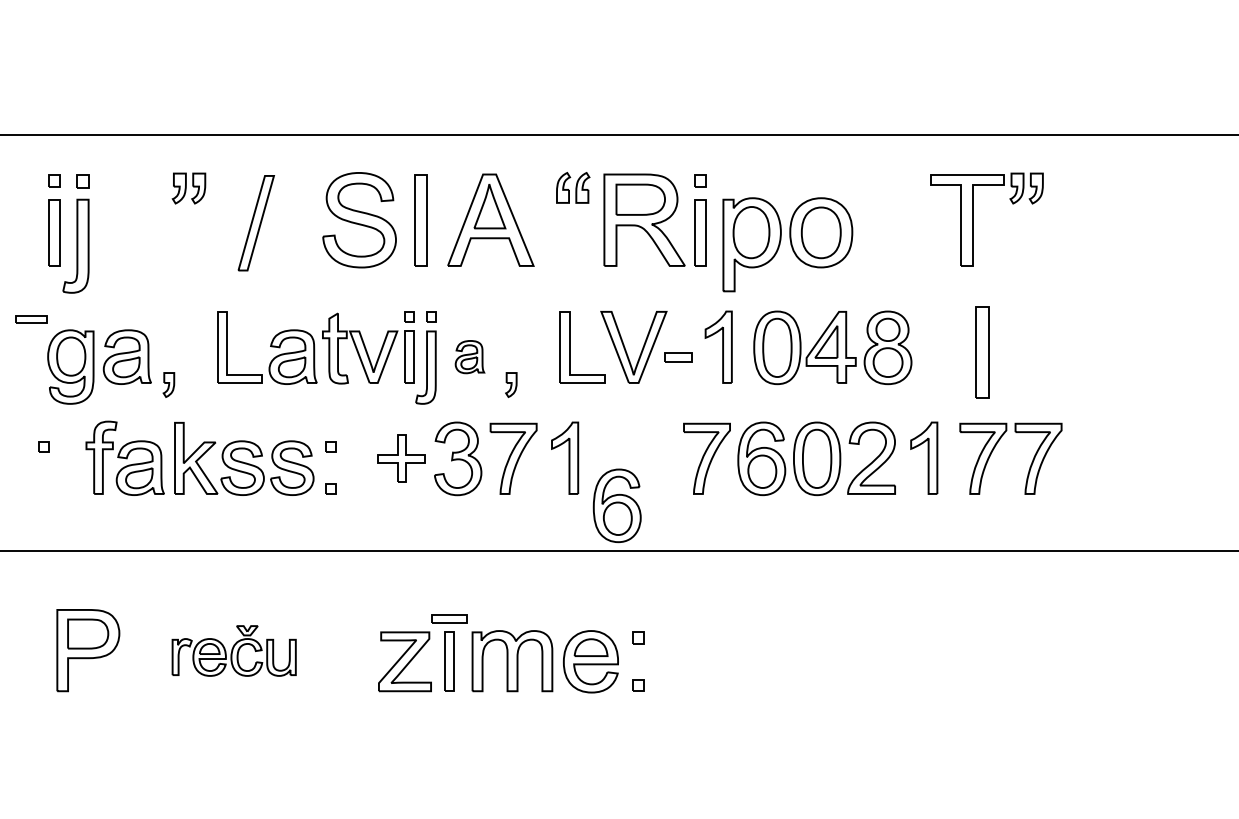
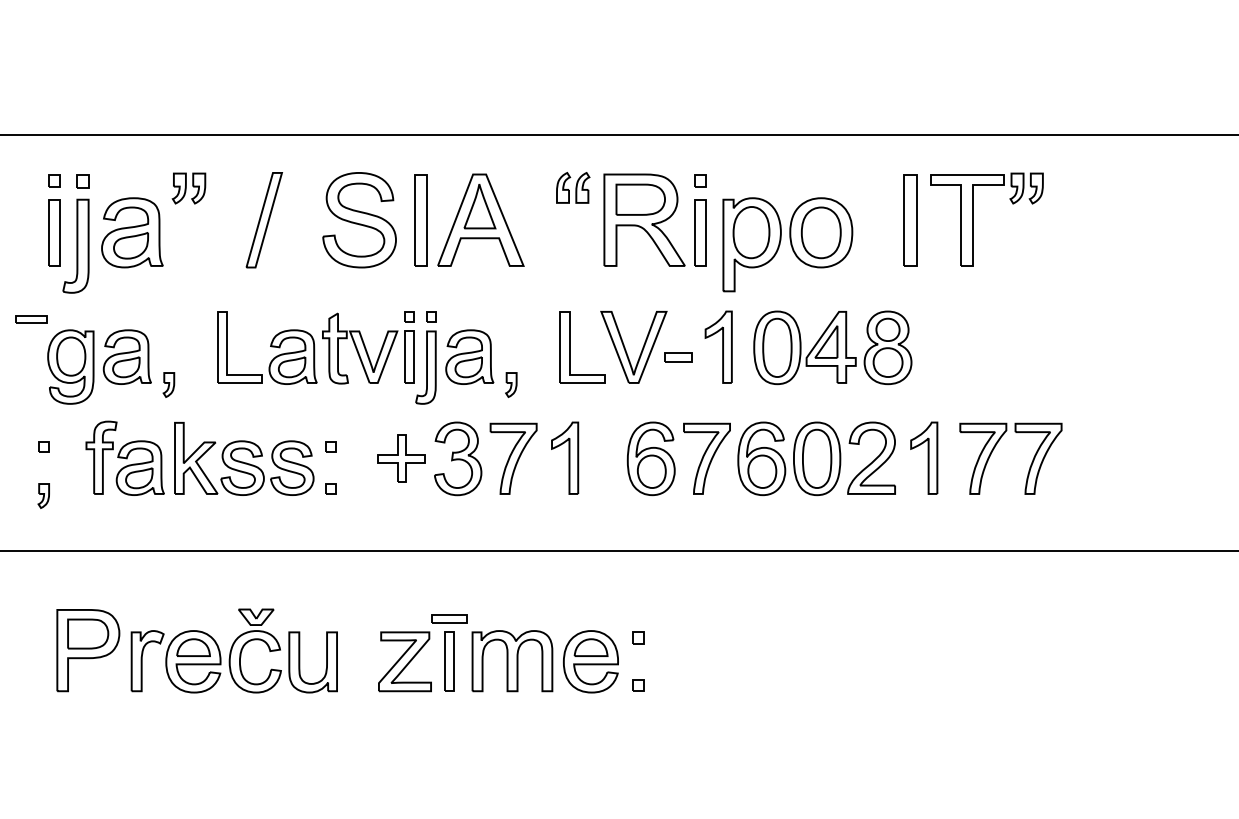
part at (490, 219) position: (490, 219) -> (480, 219)
part at (255, 223) position: (255, 223) -> (263, 220)
part at (132, 232): none -> present
part at (982, 352) position: (982, 352) -> (910, 220)
part at (469, 357) size: 32x35 px -> 50x56 px
part at (43, 495): none -> present
part at (616, 505) position: (616, 505) -> (650, 458)
part at (233, 650) size: 126x52 px -> 208x86 px
